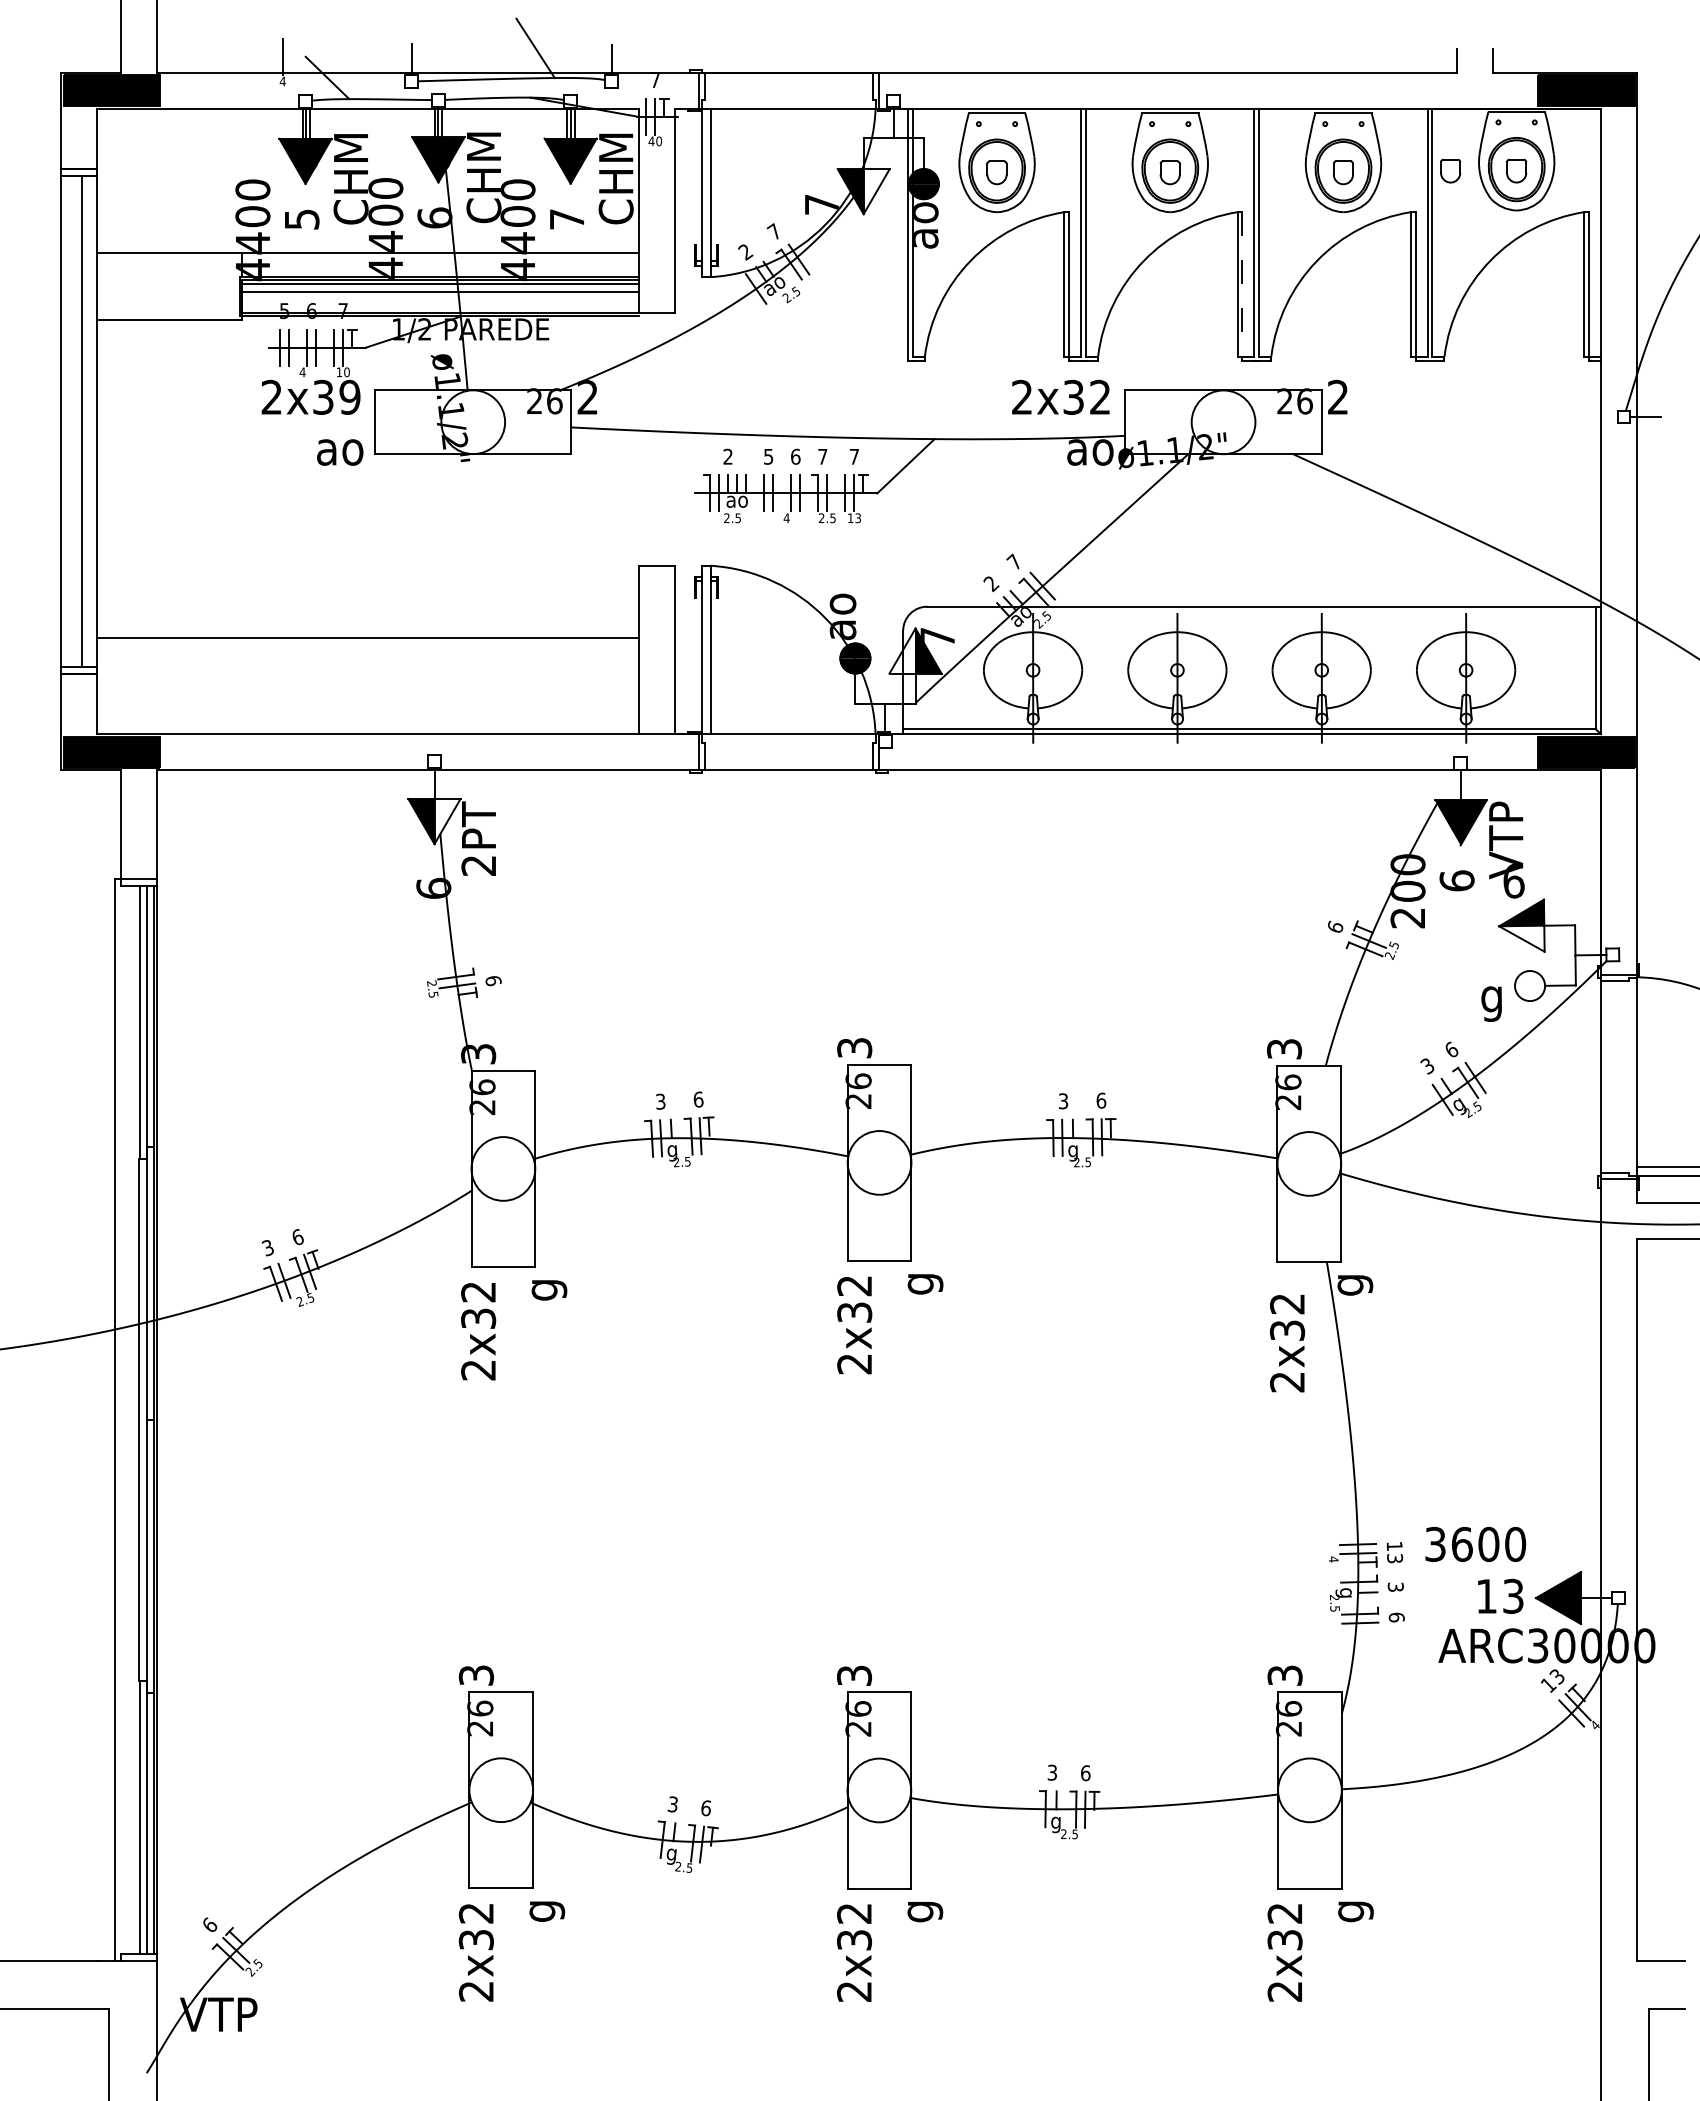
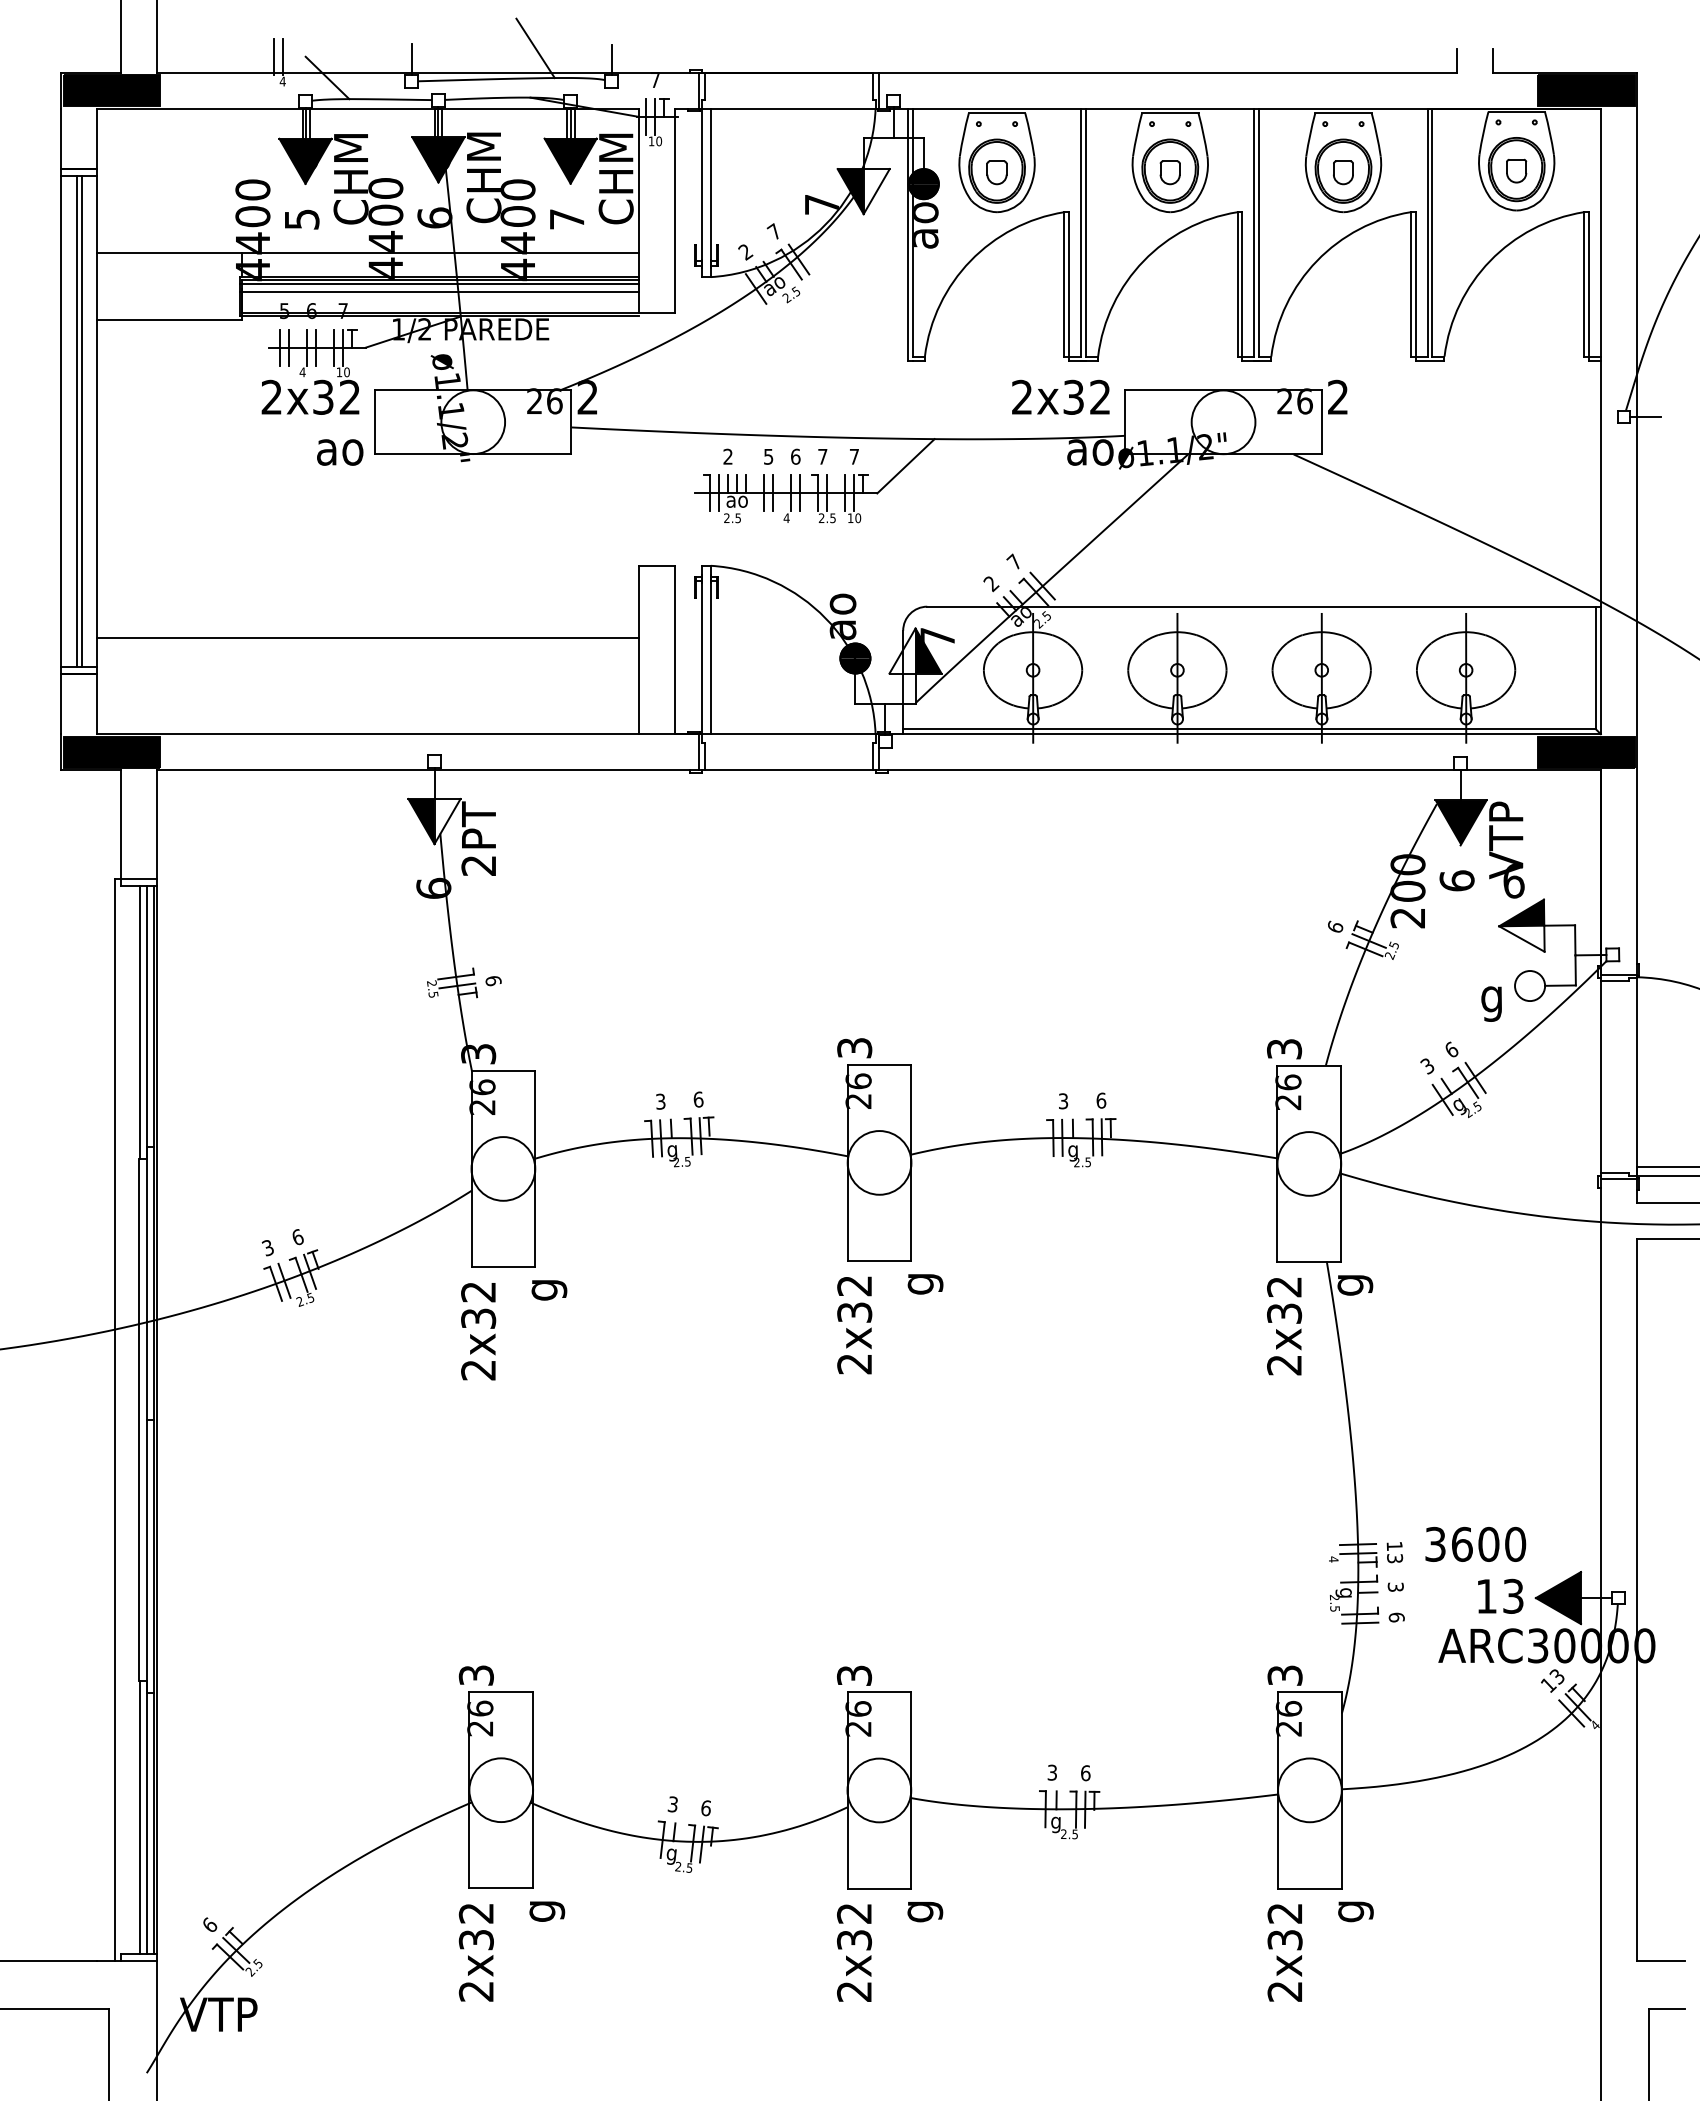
line at (273, 56): none -> present
text at (651, 141): 40 -> 10
part at (1450, 170): present -> none
line at (1242, 284): dashed -> solid
text at (349, 397): 2x39 -> 2x32
line at (76, 421): none -> present
text at (858, 518): 13 -> 10
text at (1287, 1343) position: (1287, 1343) -> (1284, 1326)
